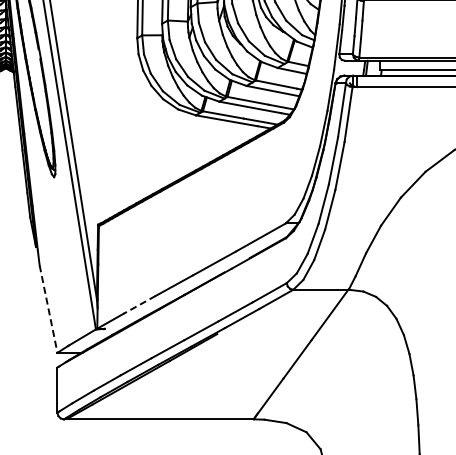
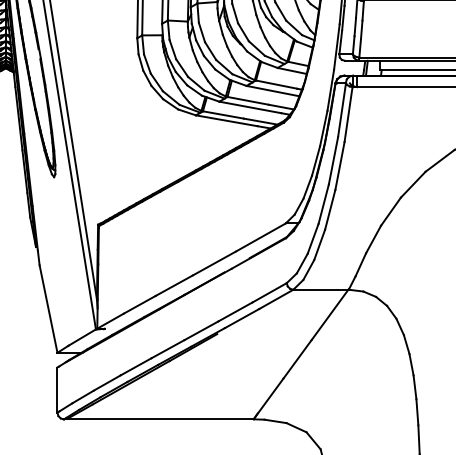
line at (139, 305): dashed -> solid
line at (48, 309): dashed -> solid
